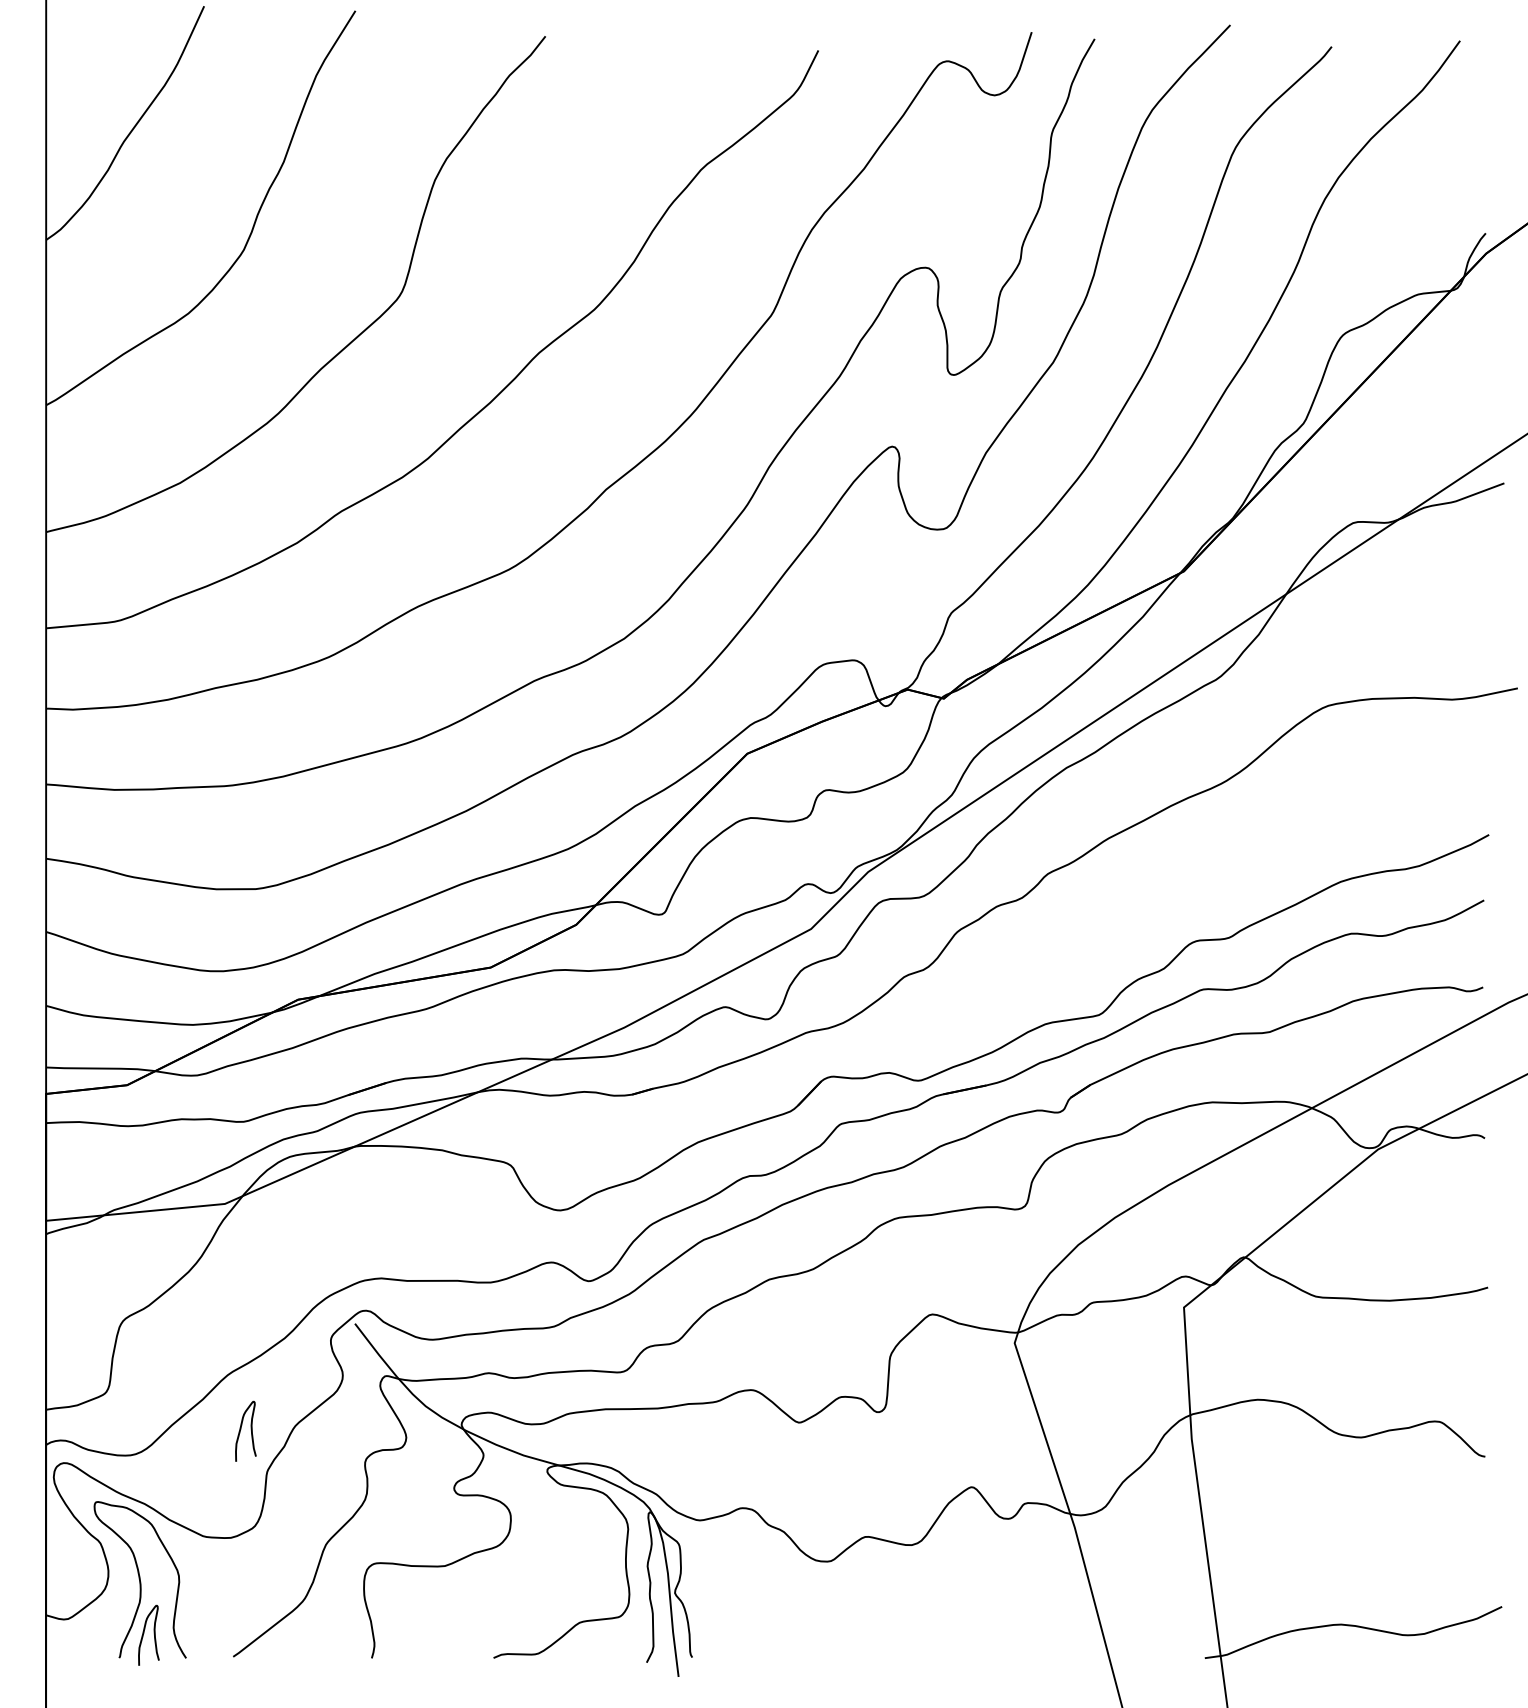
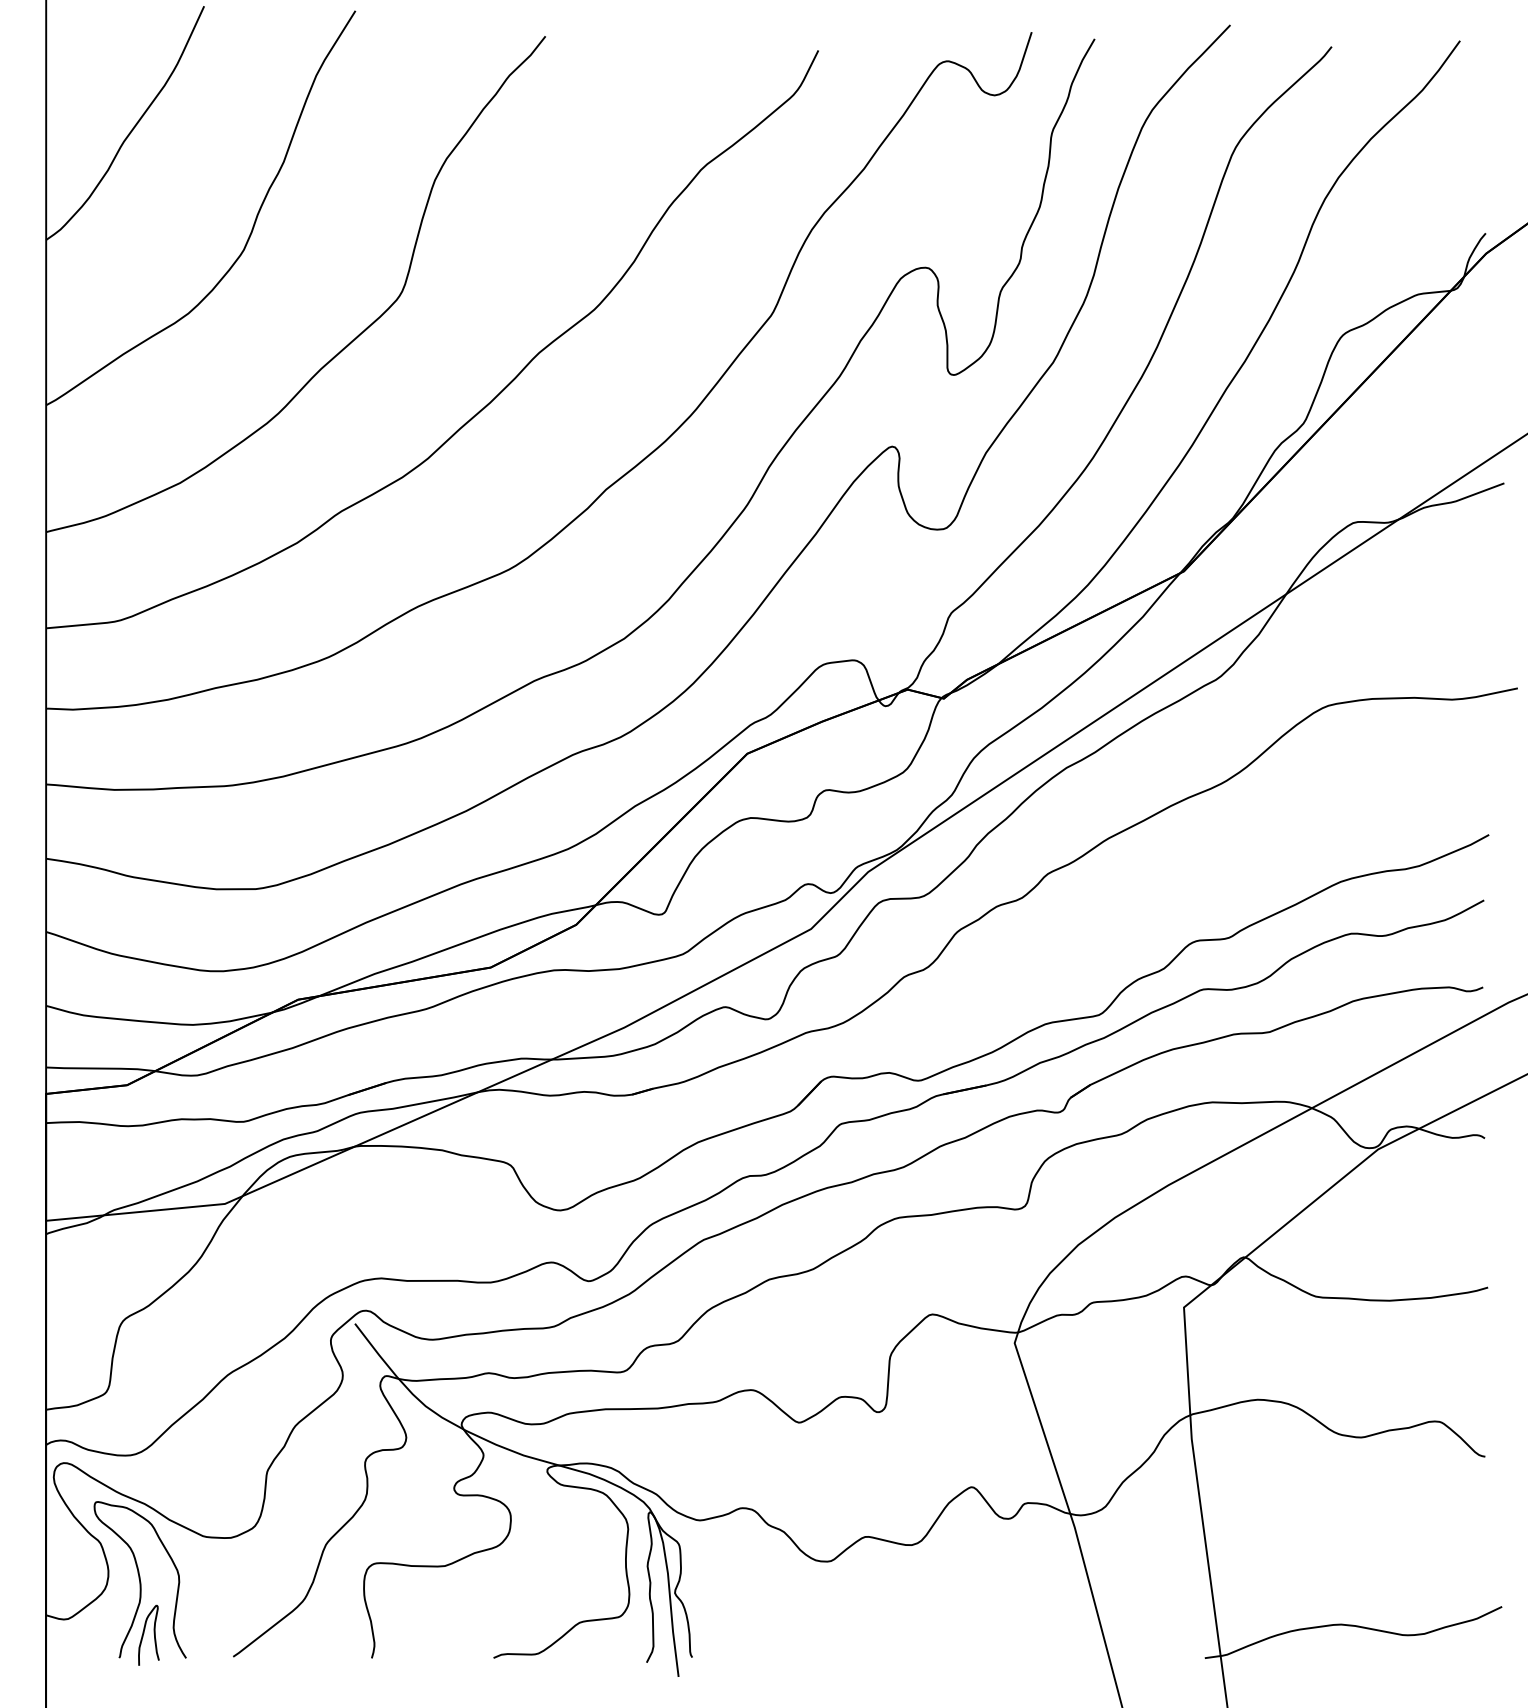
curve at (241, 1429): present -> none
